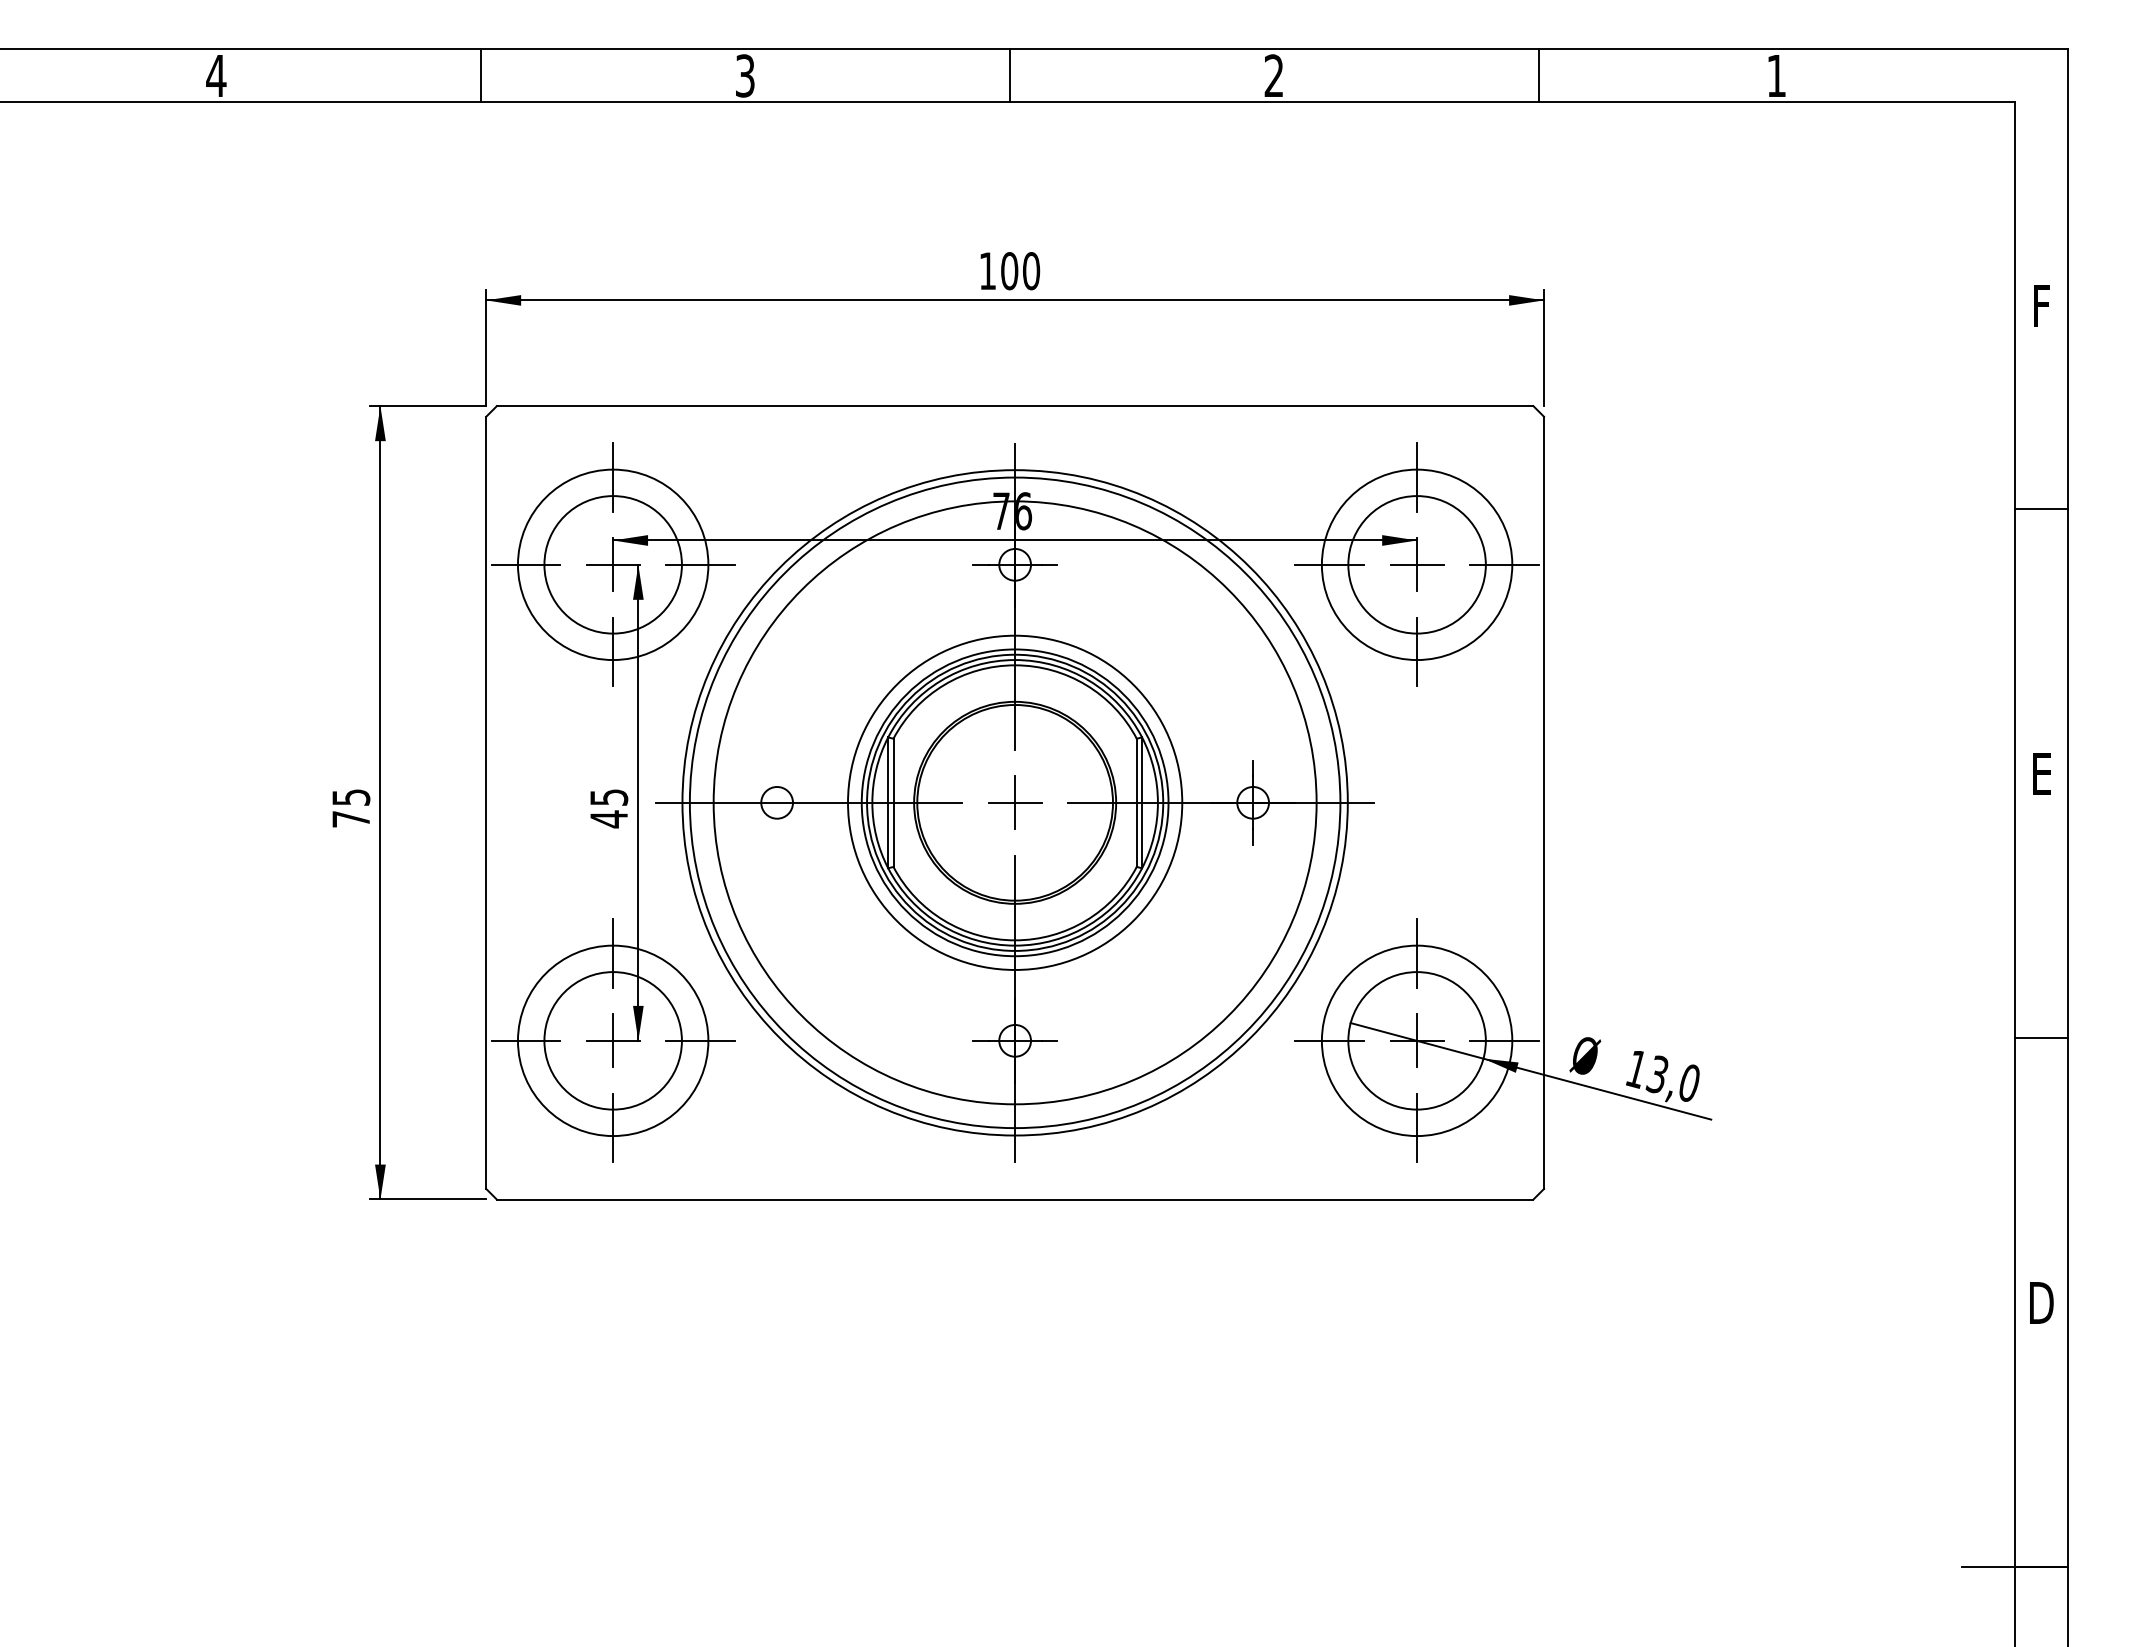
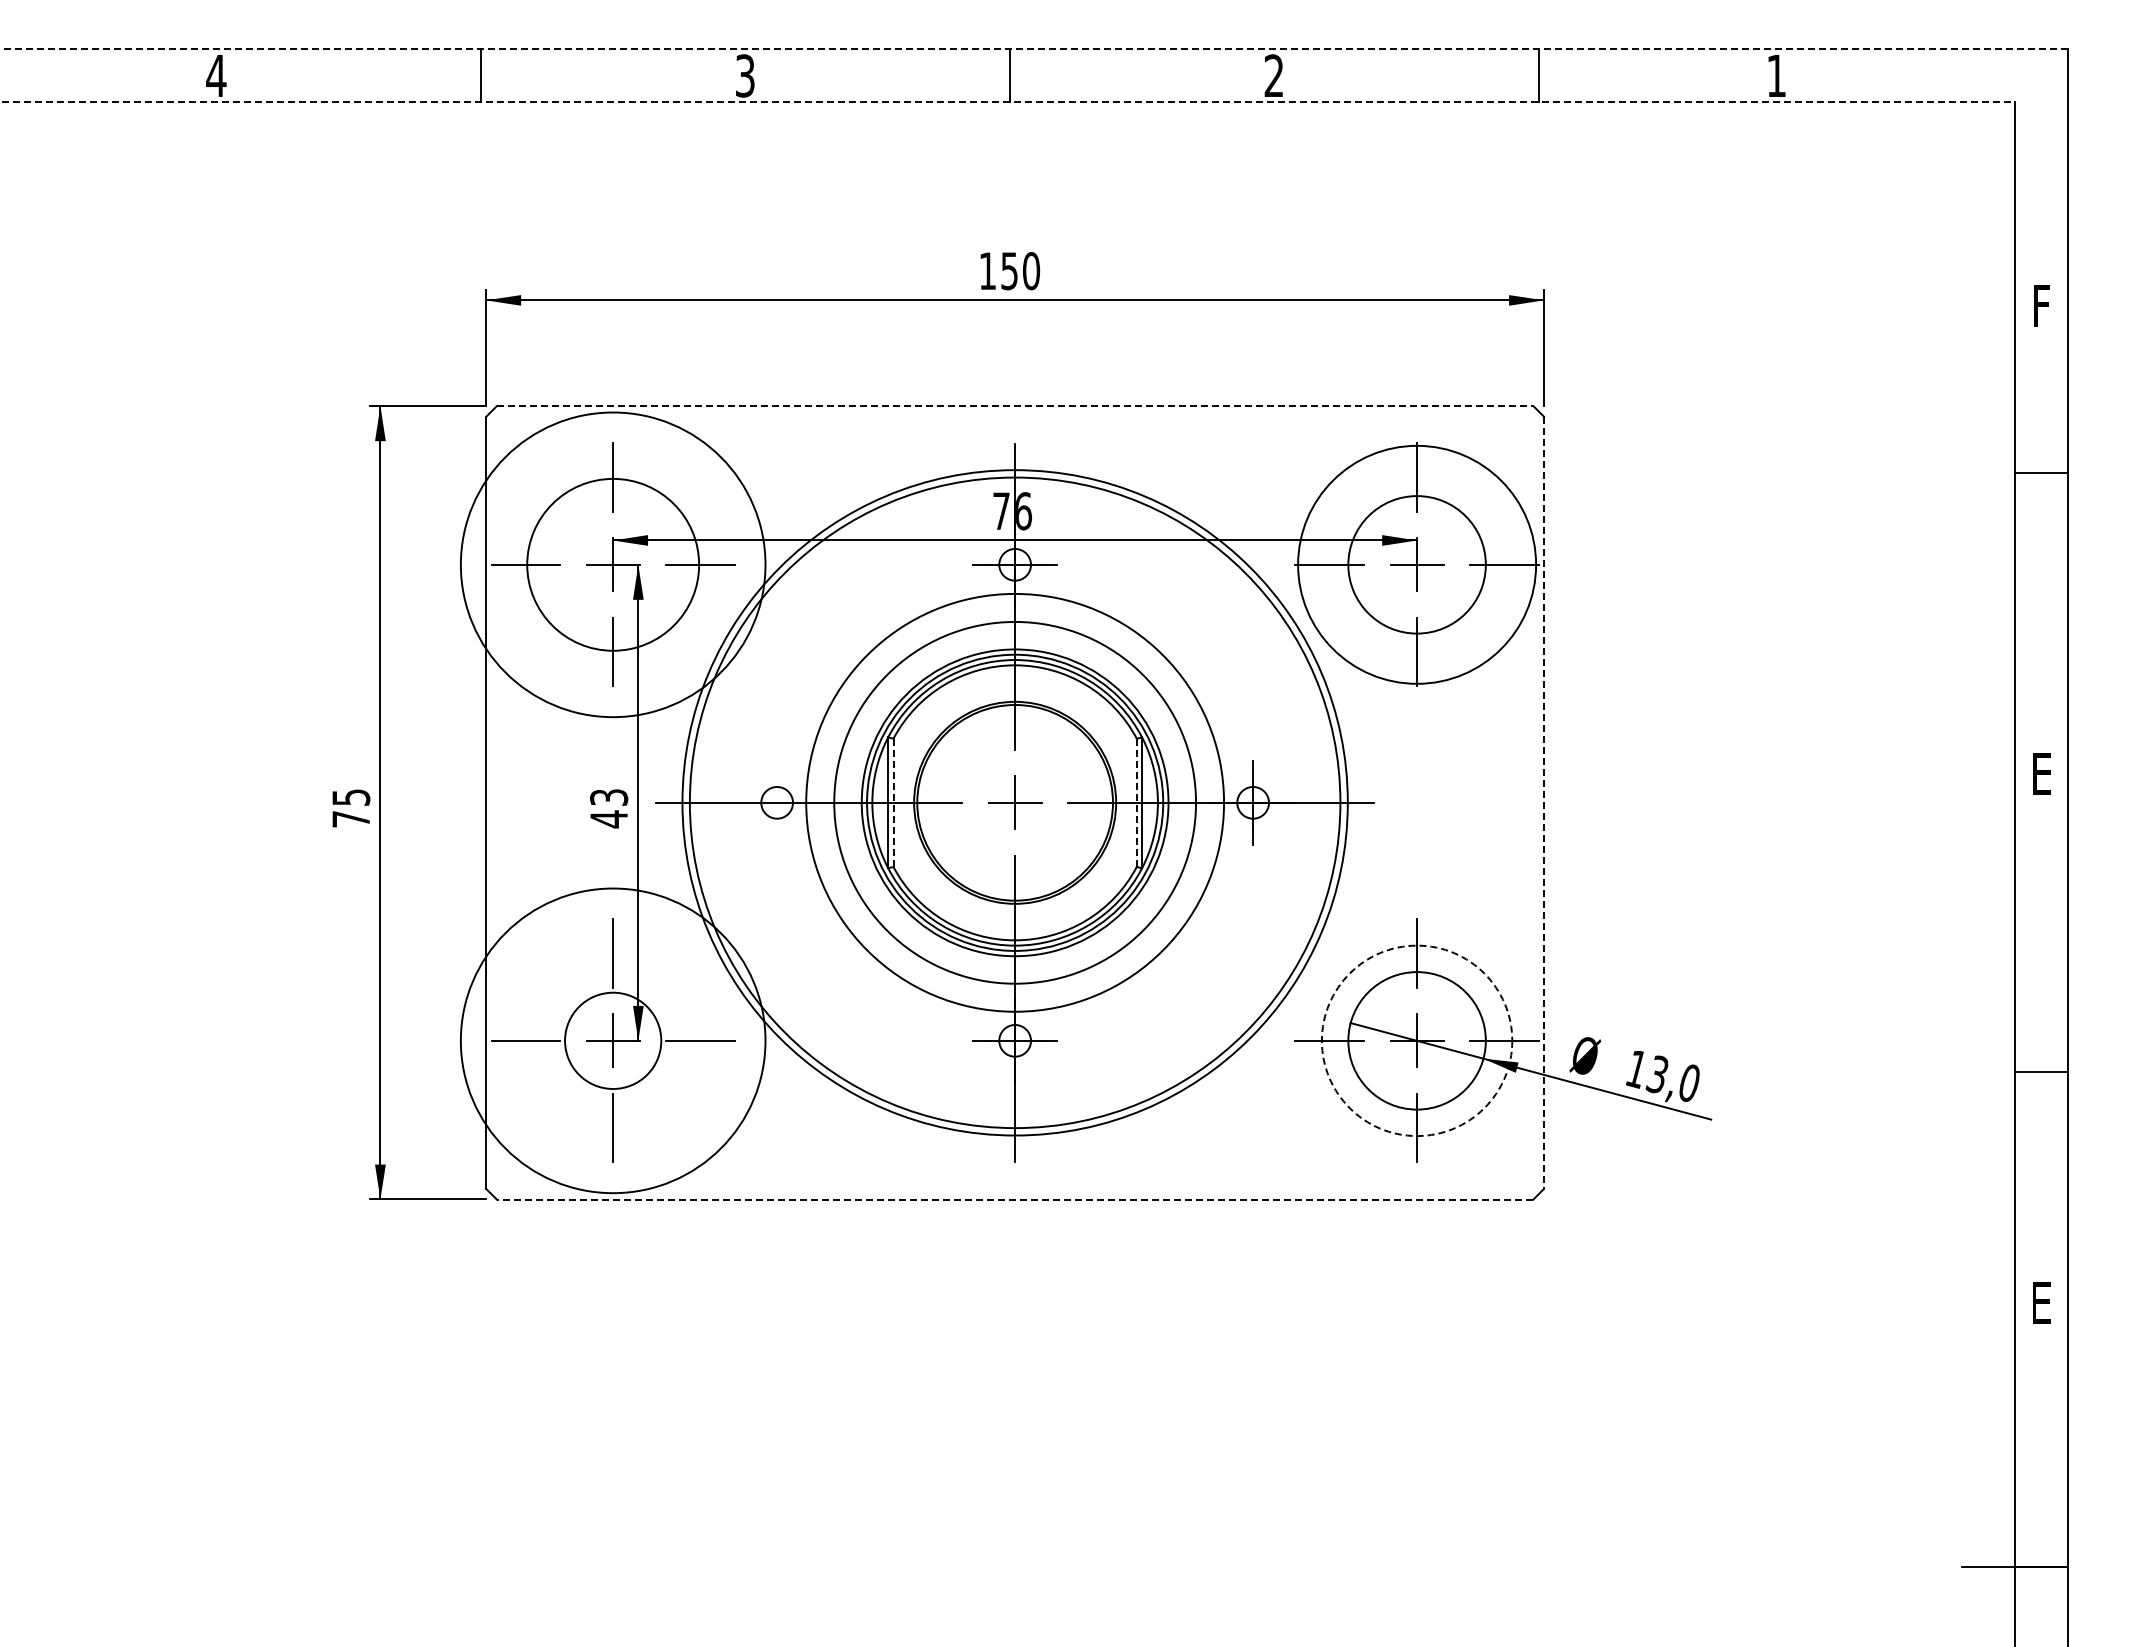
line at (1034, 49): solid -> dashed
line at (1008, 102): solid -> dashed
text at (1009, 271): 100 -> 150
line at (1015, 406): solid -> dashed
line at (2041, 509) position: (2041, 509) -> (2041, 473)
circle at (612, 564) diameter: 138 px -> 172 px
circle at (612, 564) diameter: 190 px -> 305 px
circle at (1416, 564) diameter: 190 px -> 238 px
text at (608, 797): 45 -> 43
circle at (1014, 802) diameter: 603 px -> 362 px
circle at (1015, 802) diameter: 334 px -> 418 px
line at (1136, 802): solid -> dashed
line at (893, 803): solid -> dashed
line at (1544, 803): solid -> dashed
line at (2041, 1038) position: (2041, 1038) -> (2041, 1072)
circle at (612, 1040) diameter: 138 px -> 96 px
circle at (612, 1040) diameter: 190 px -> 305 px
circle at (1416, 1040): solid -> dashed
line at (1014, 1199): solid -> dashed
text at (2041, 1302): D -> E
